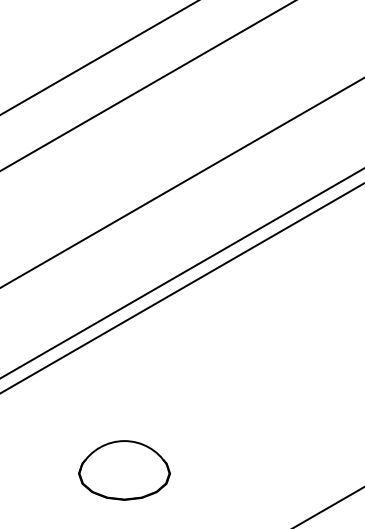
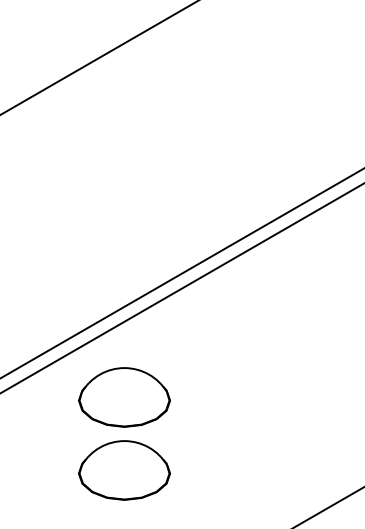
line at (147, 86): present -> none
line at (181, 182): present -> none
part at (124, 397): none -> present
